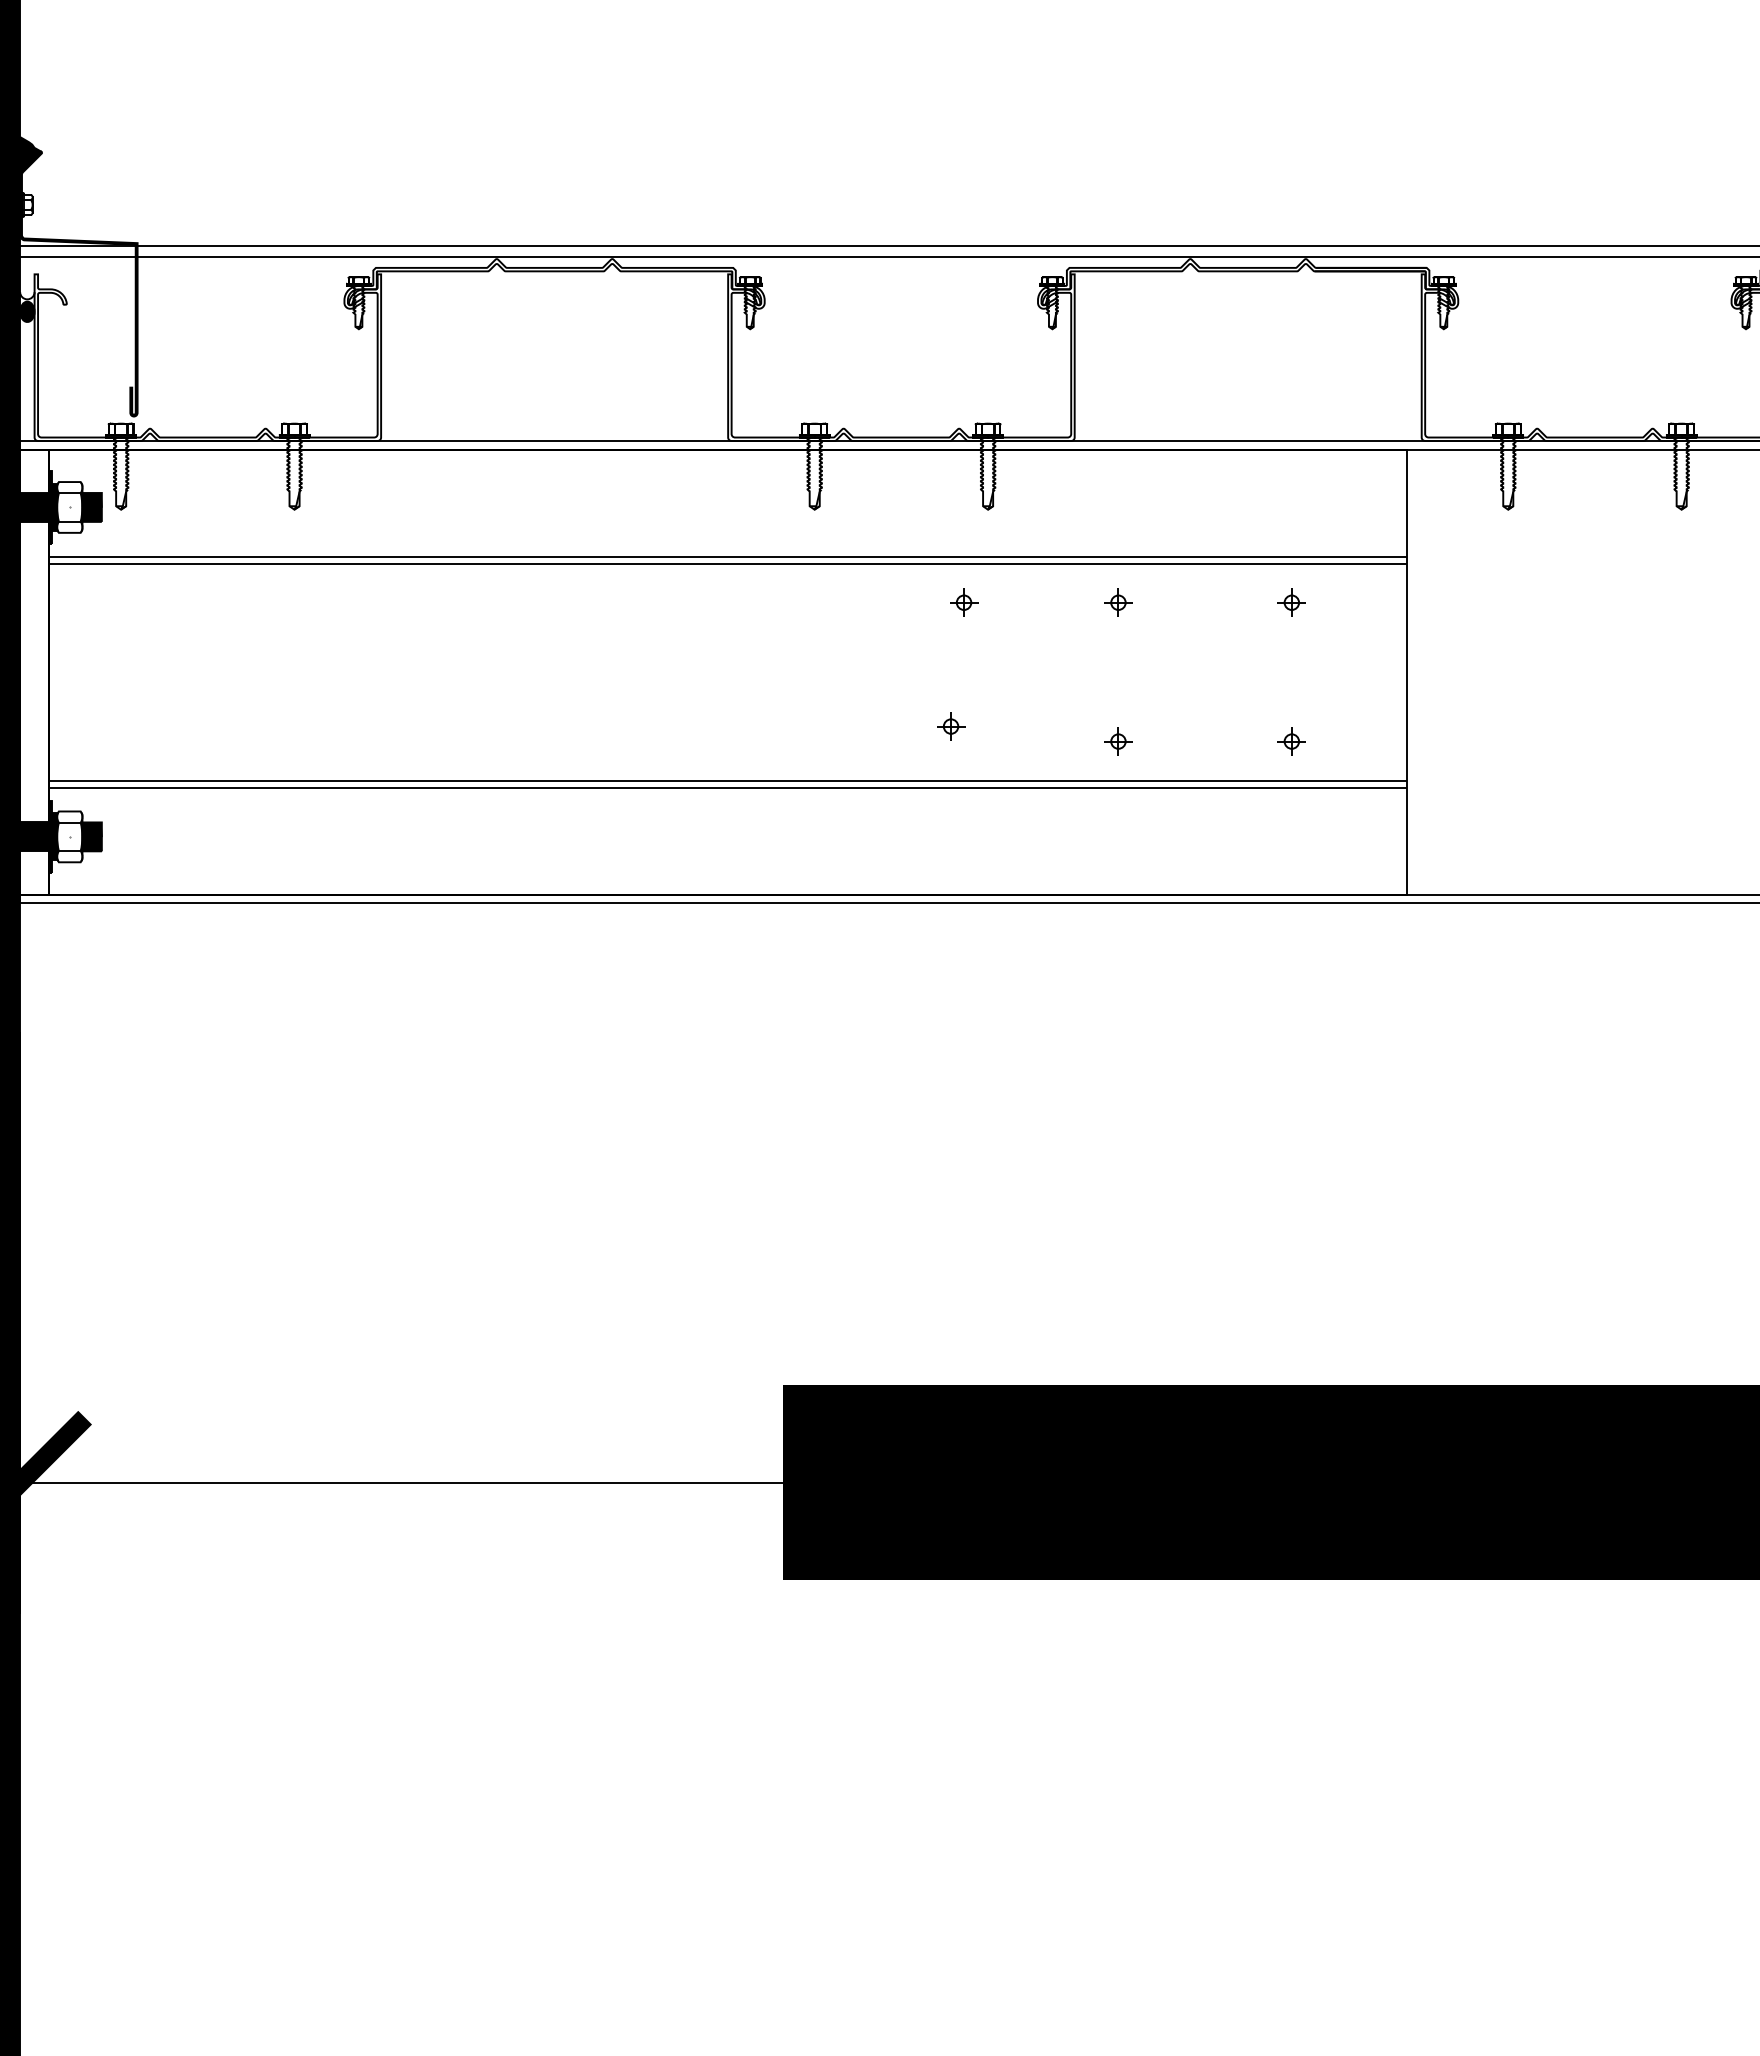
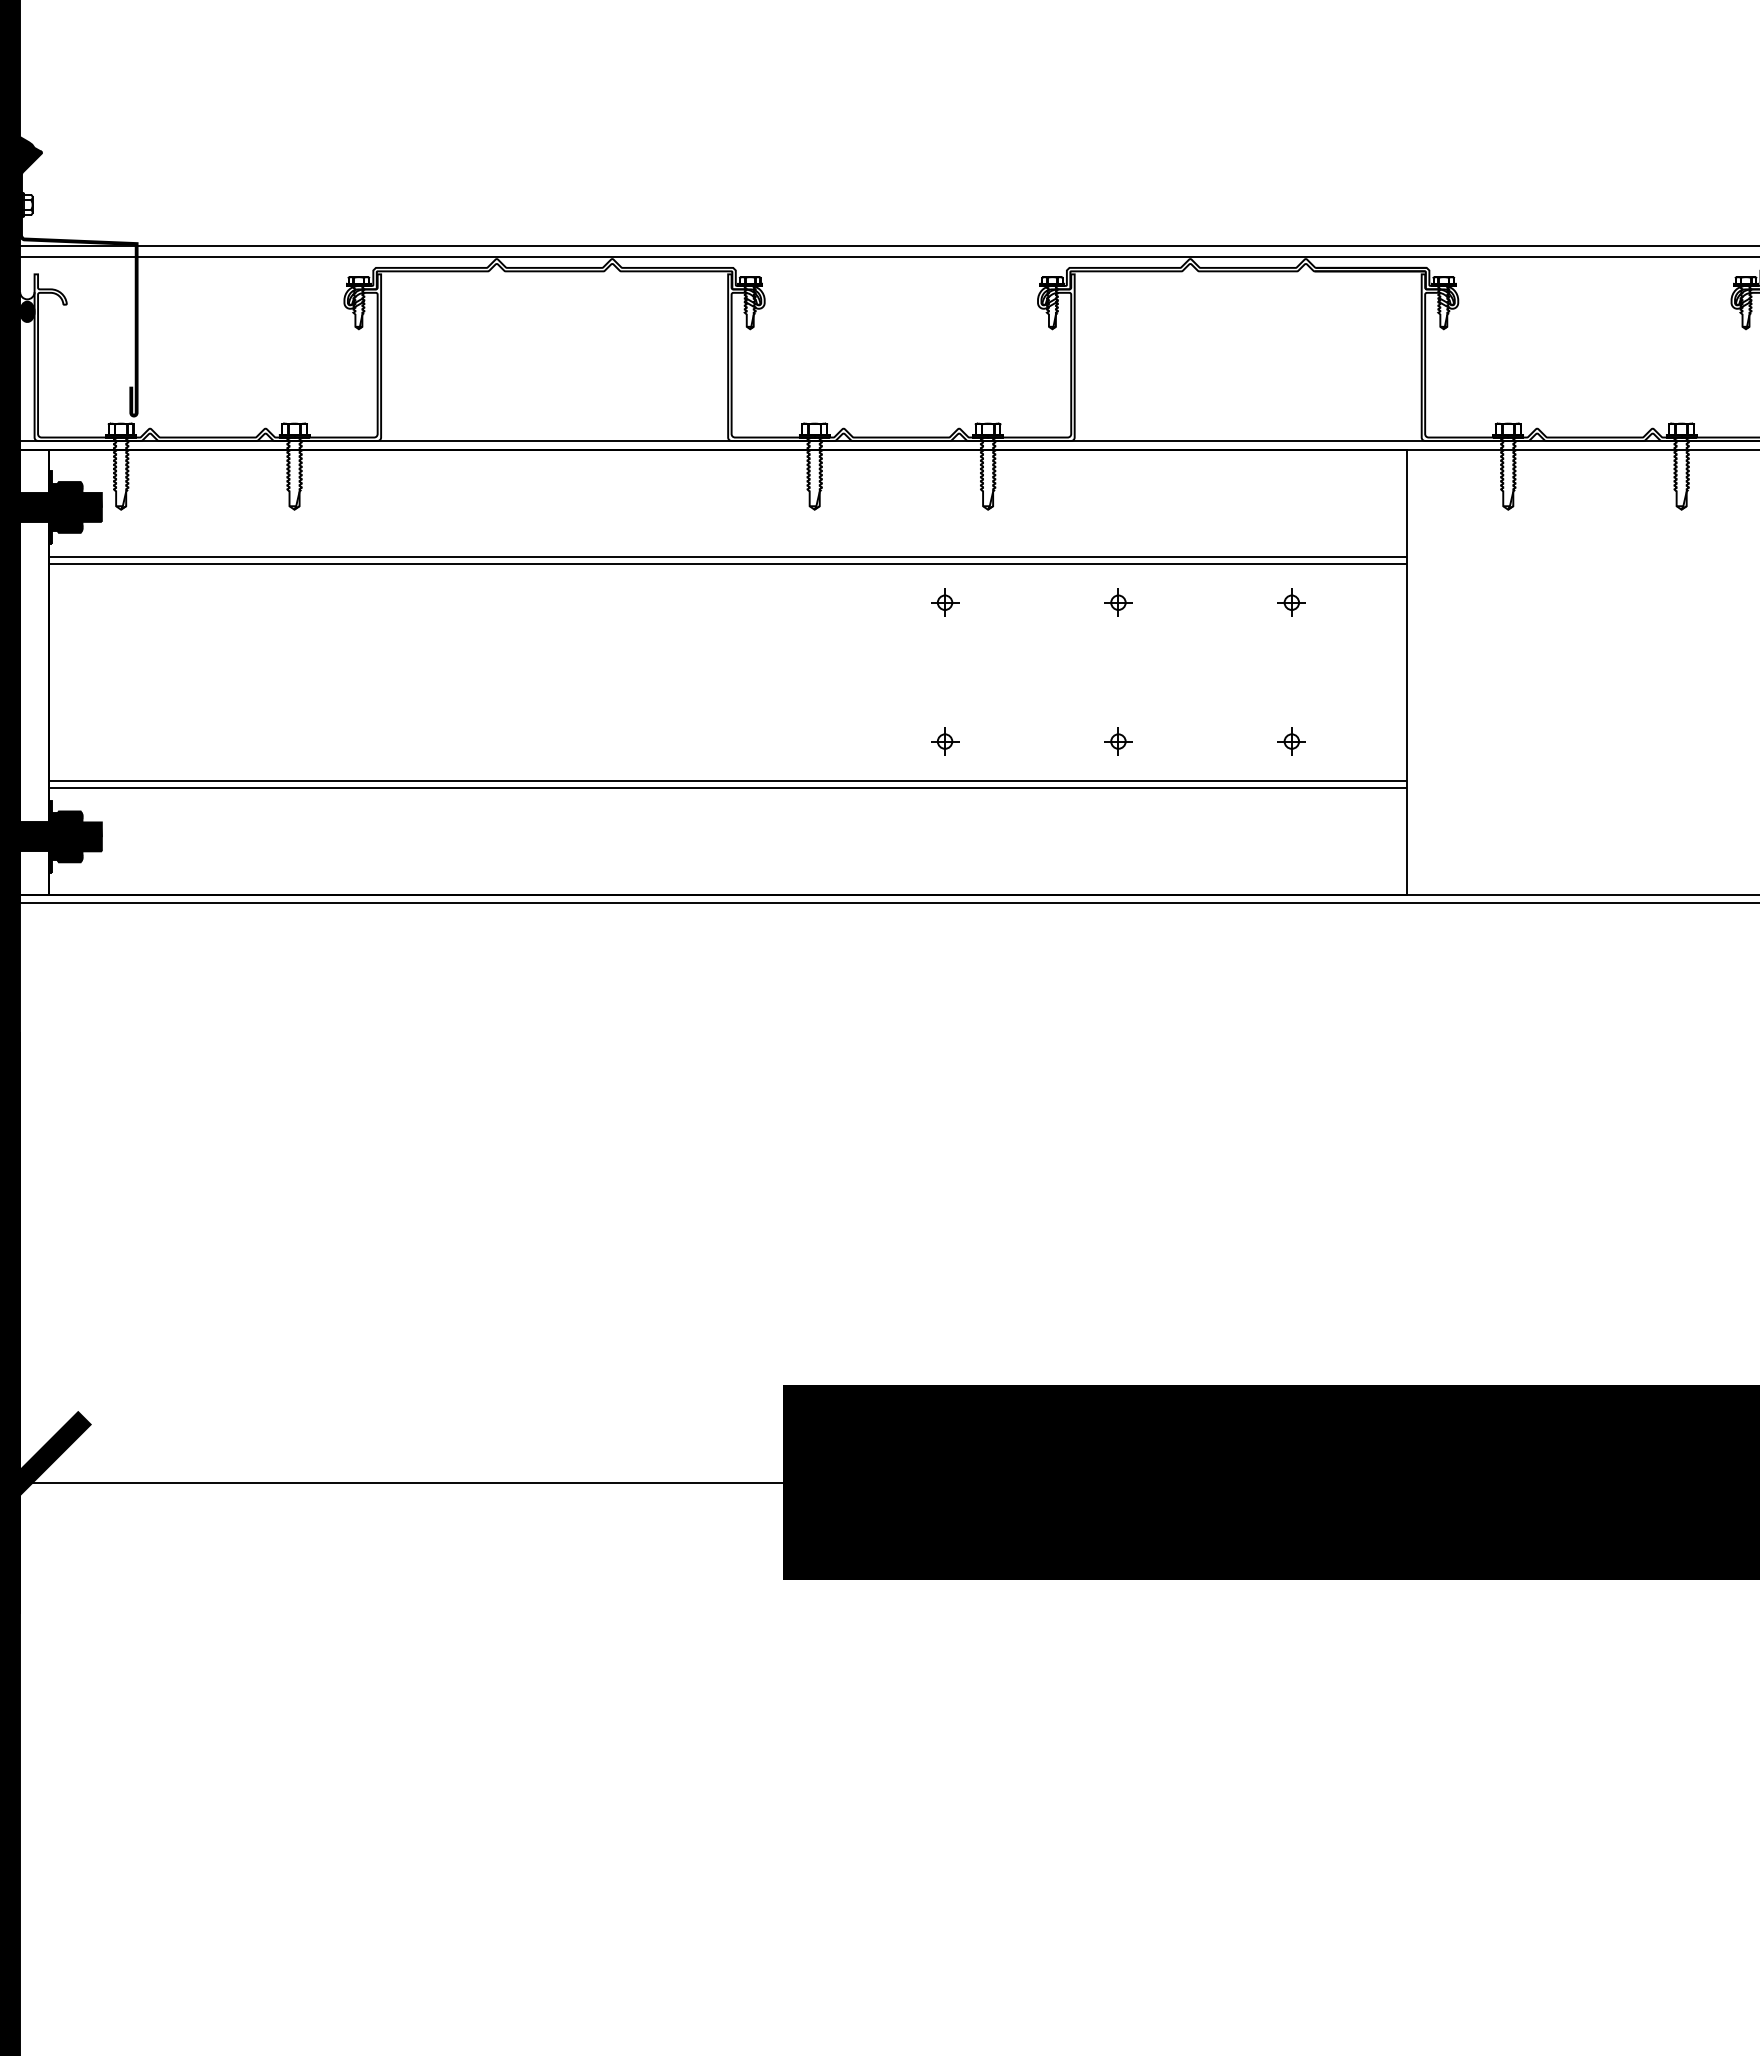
fill at (69, 507): none -> present
part at (964, 602) position: (964, 602) -> (945, 602)
part at (951, 726) position: (951, 726) -> (945, 741)
fill at (69, 836): none -> present
